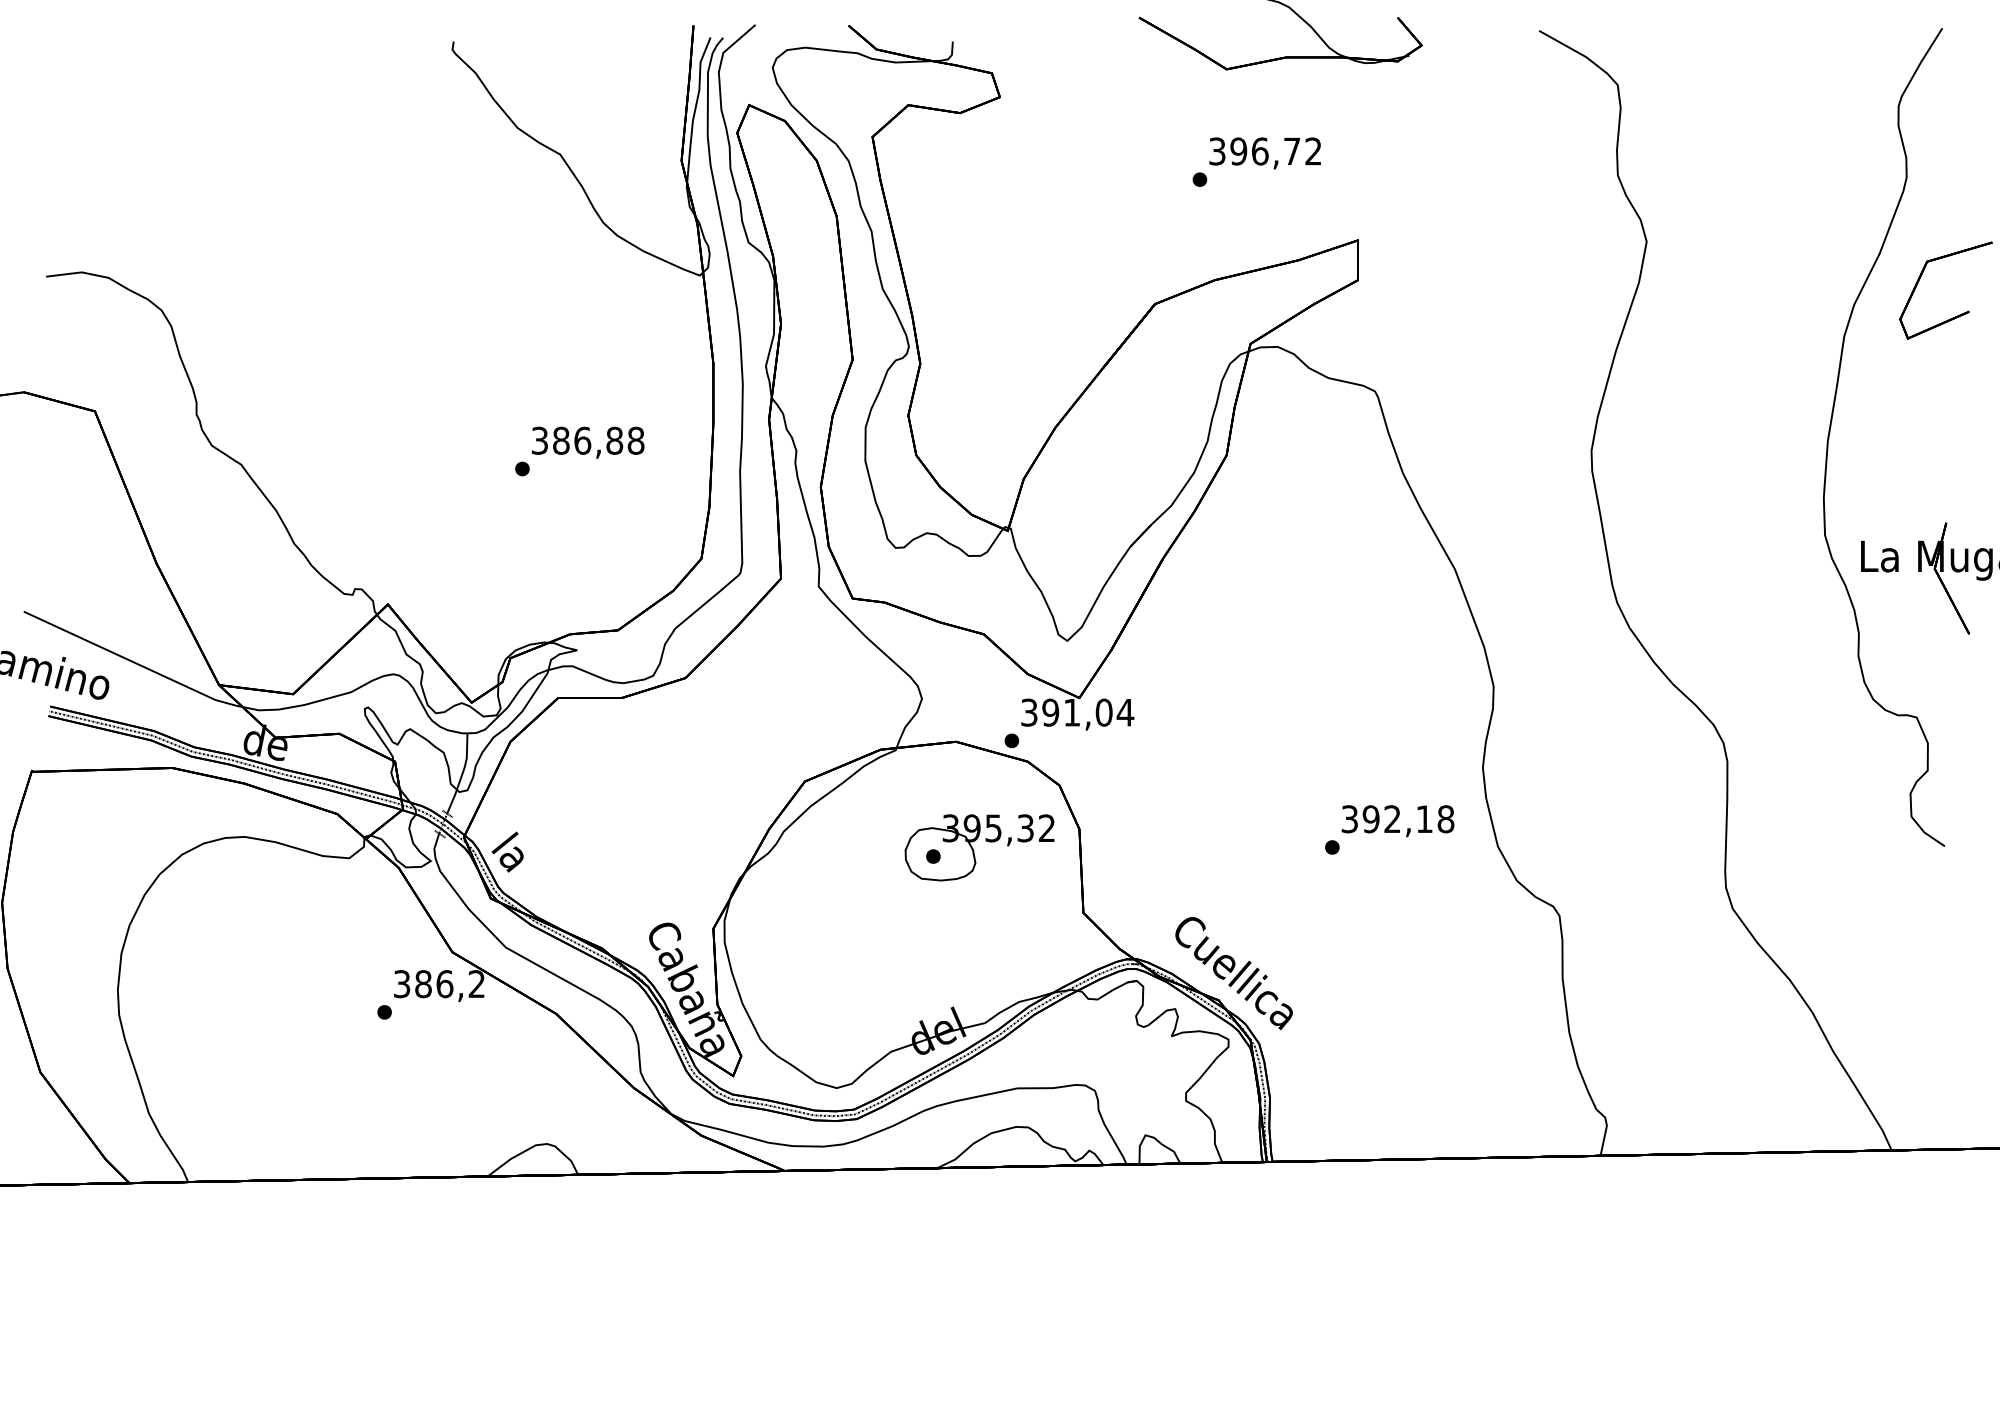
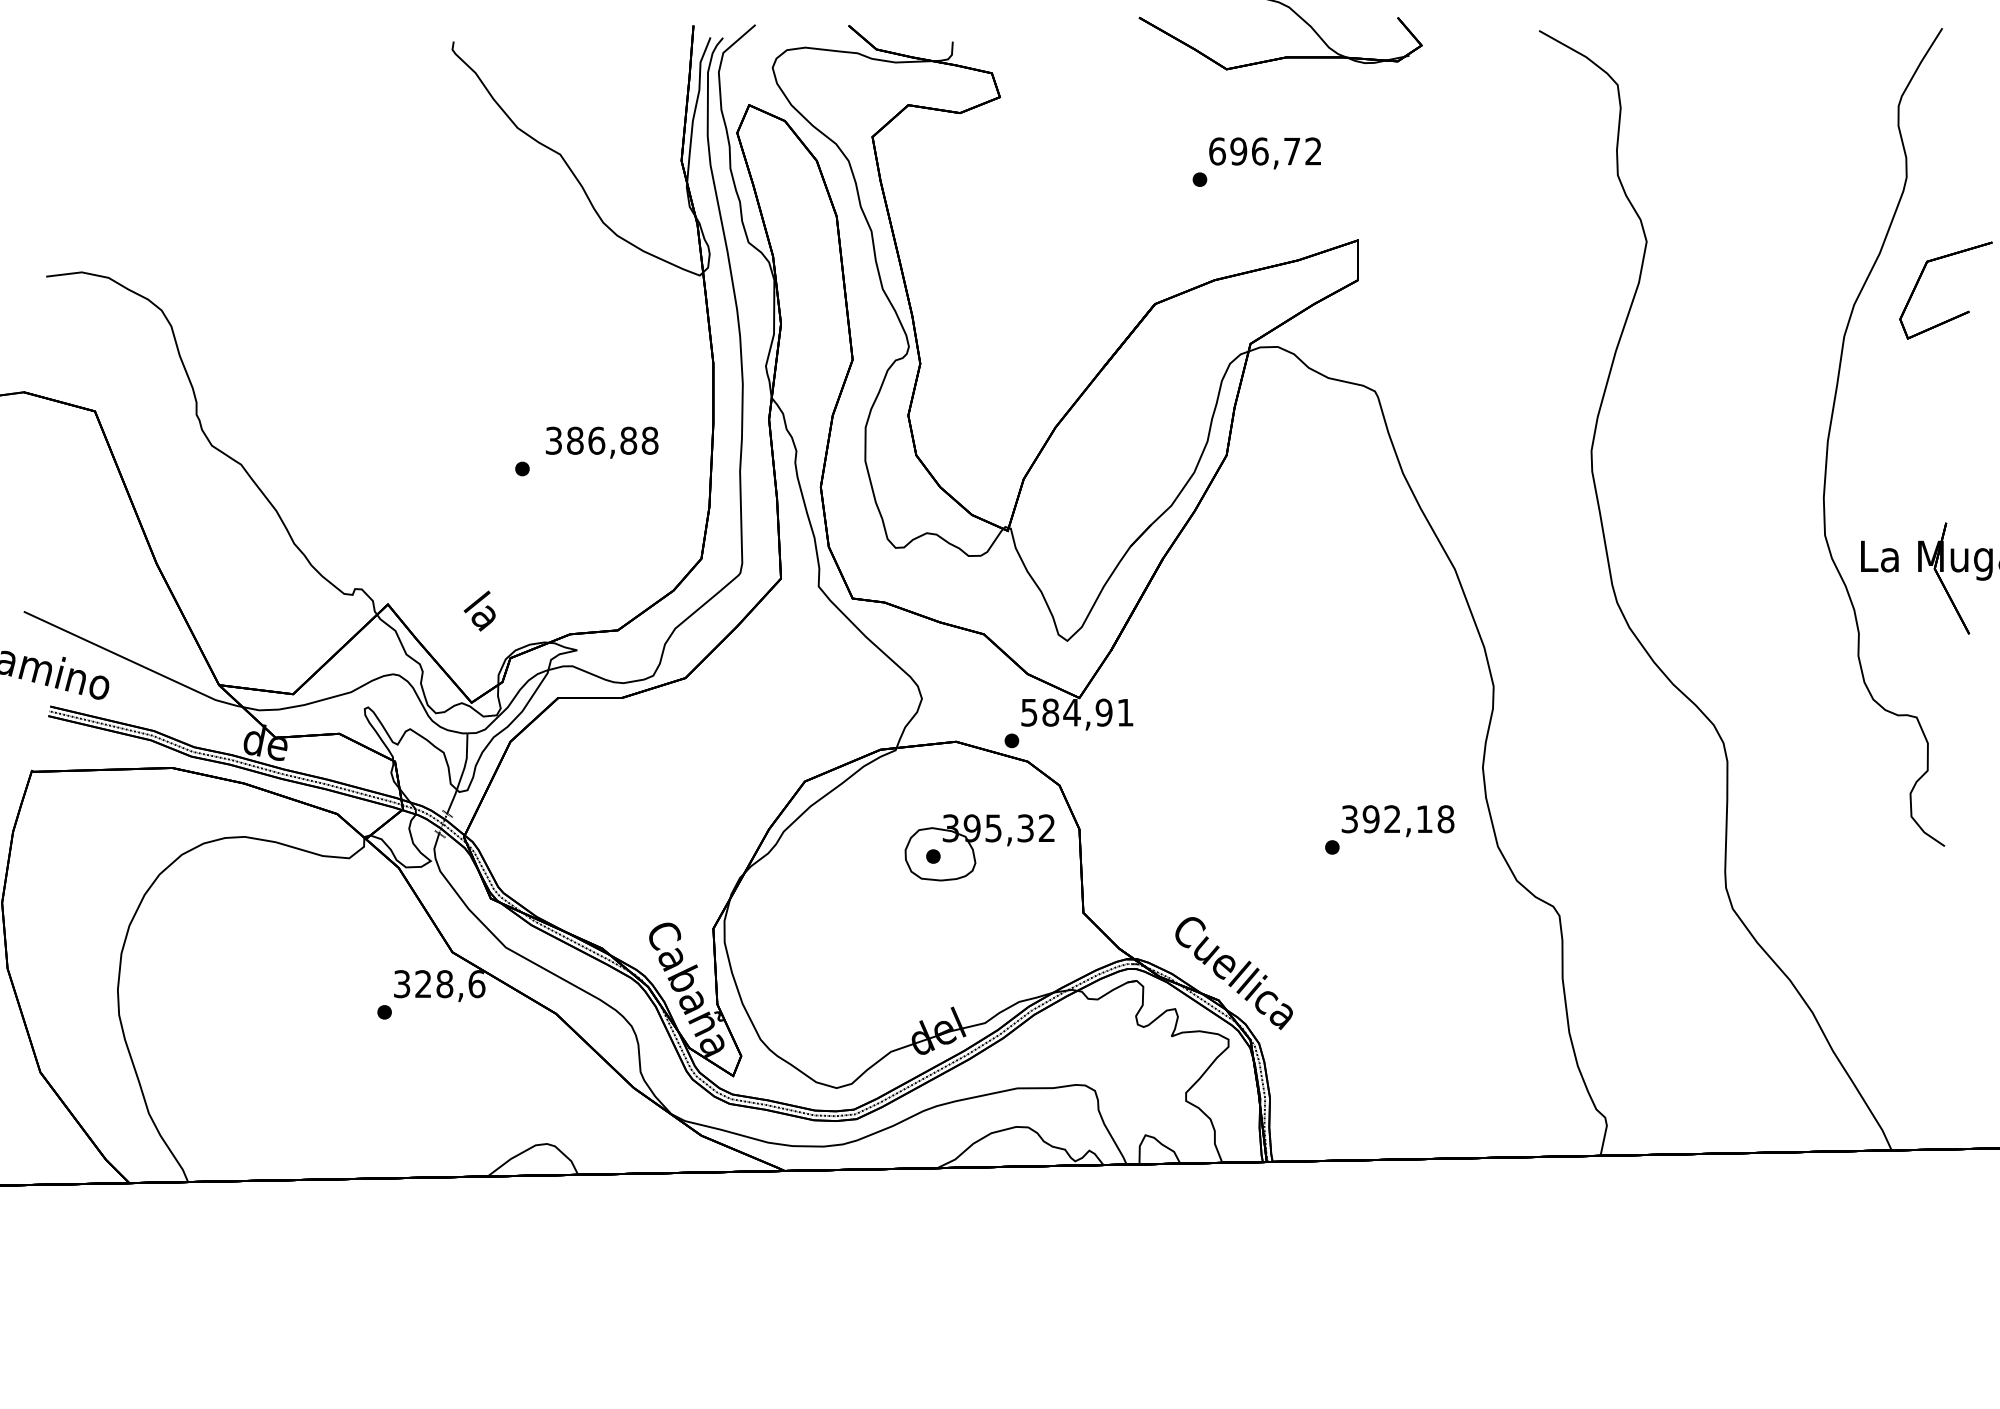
text at (1217, 151): 396,72 -> 696,72
text at (588, 442) position: (588, 442) -> (602, 442)
text at (1078, 712): 391,04 -> 584,91
text at (507, 851) position: (507, 851) -> (479, 610)
text at (450, 984): 386,2 -> 328,6
